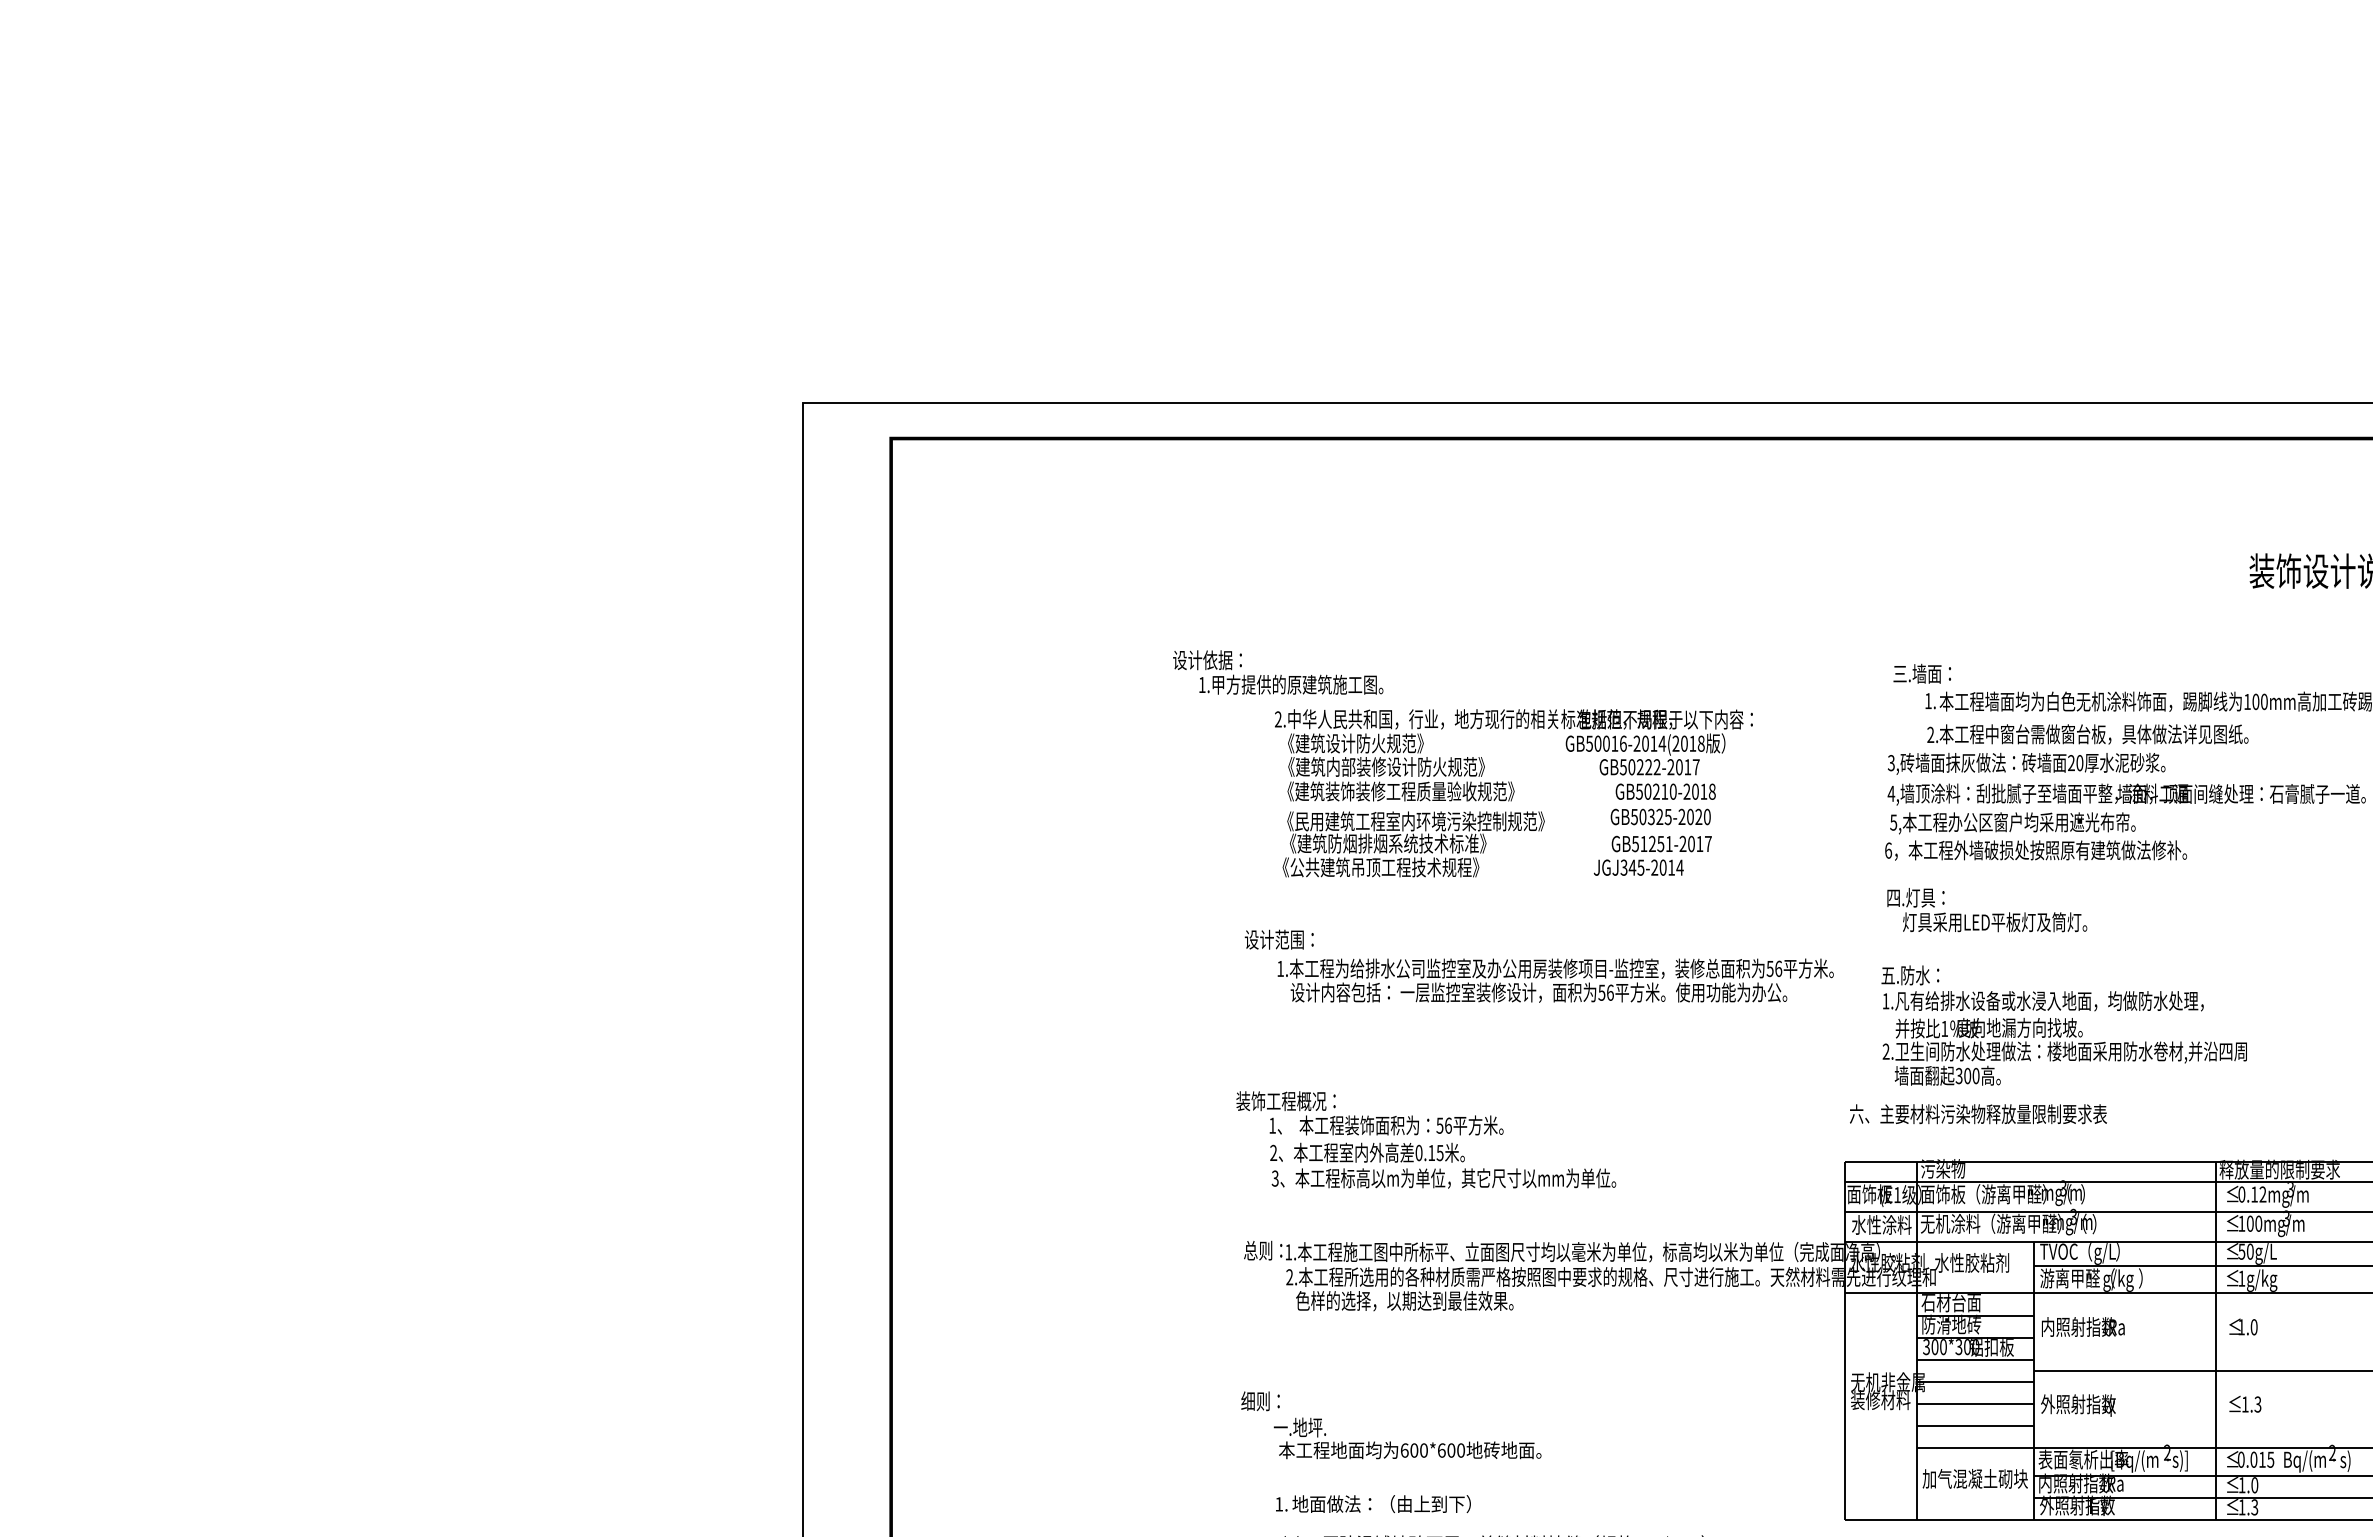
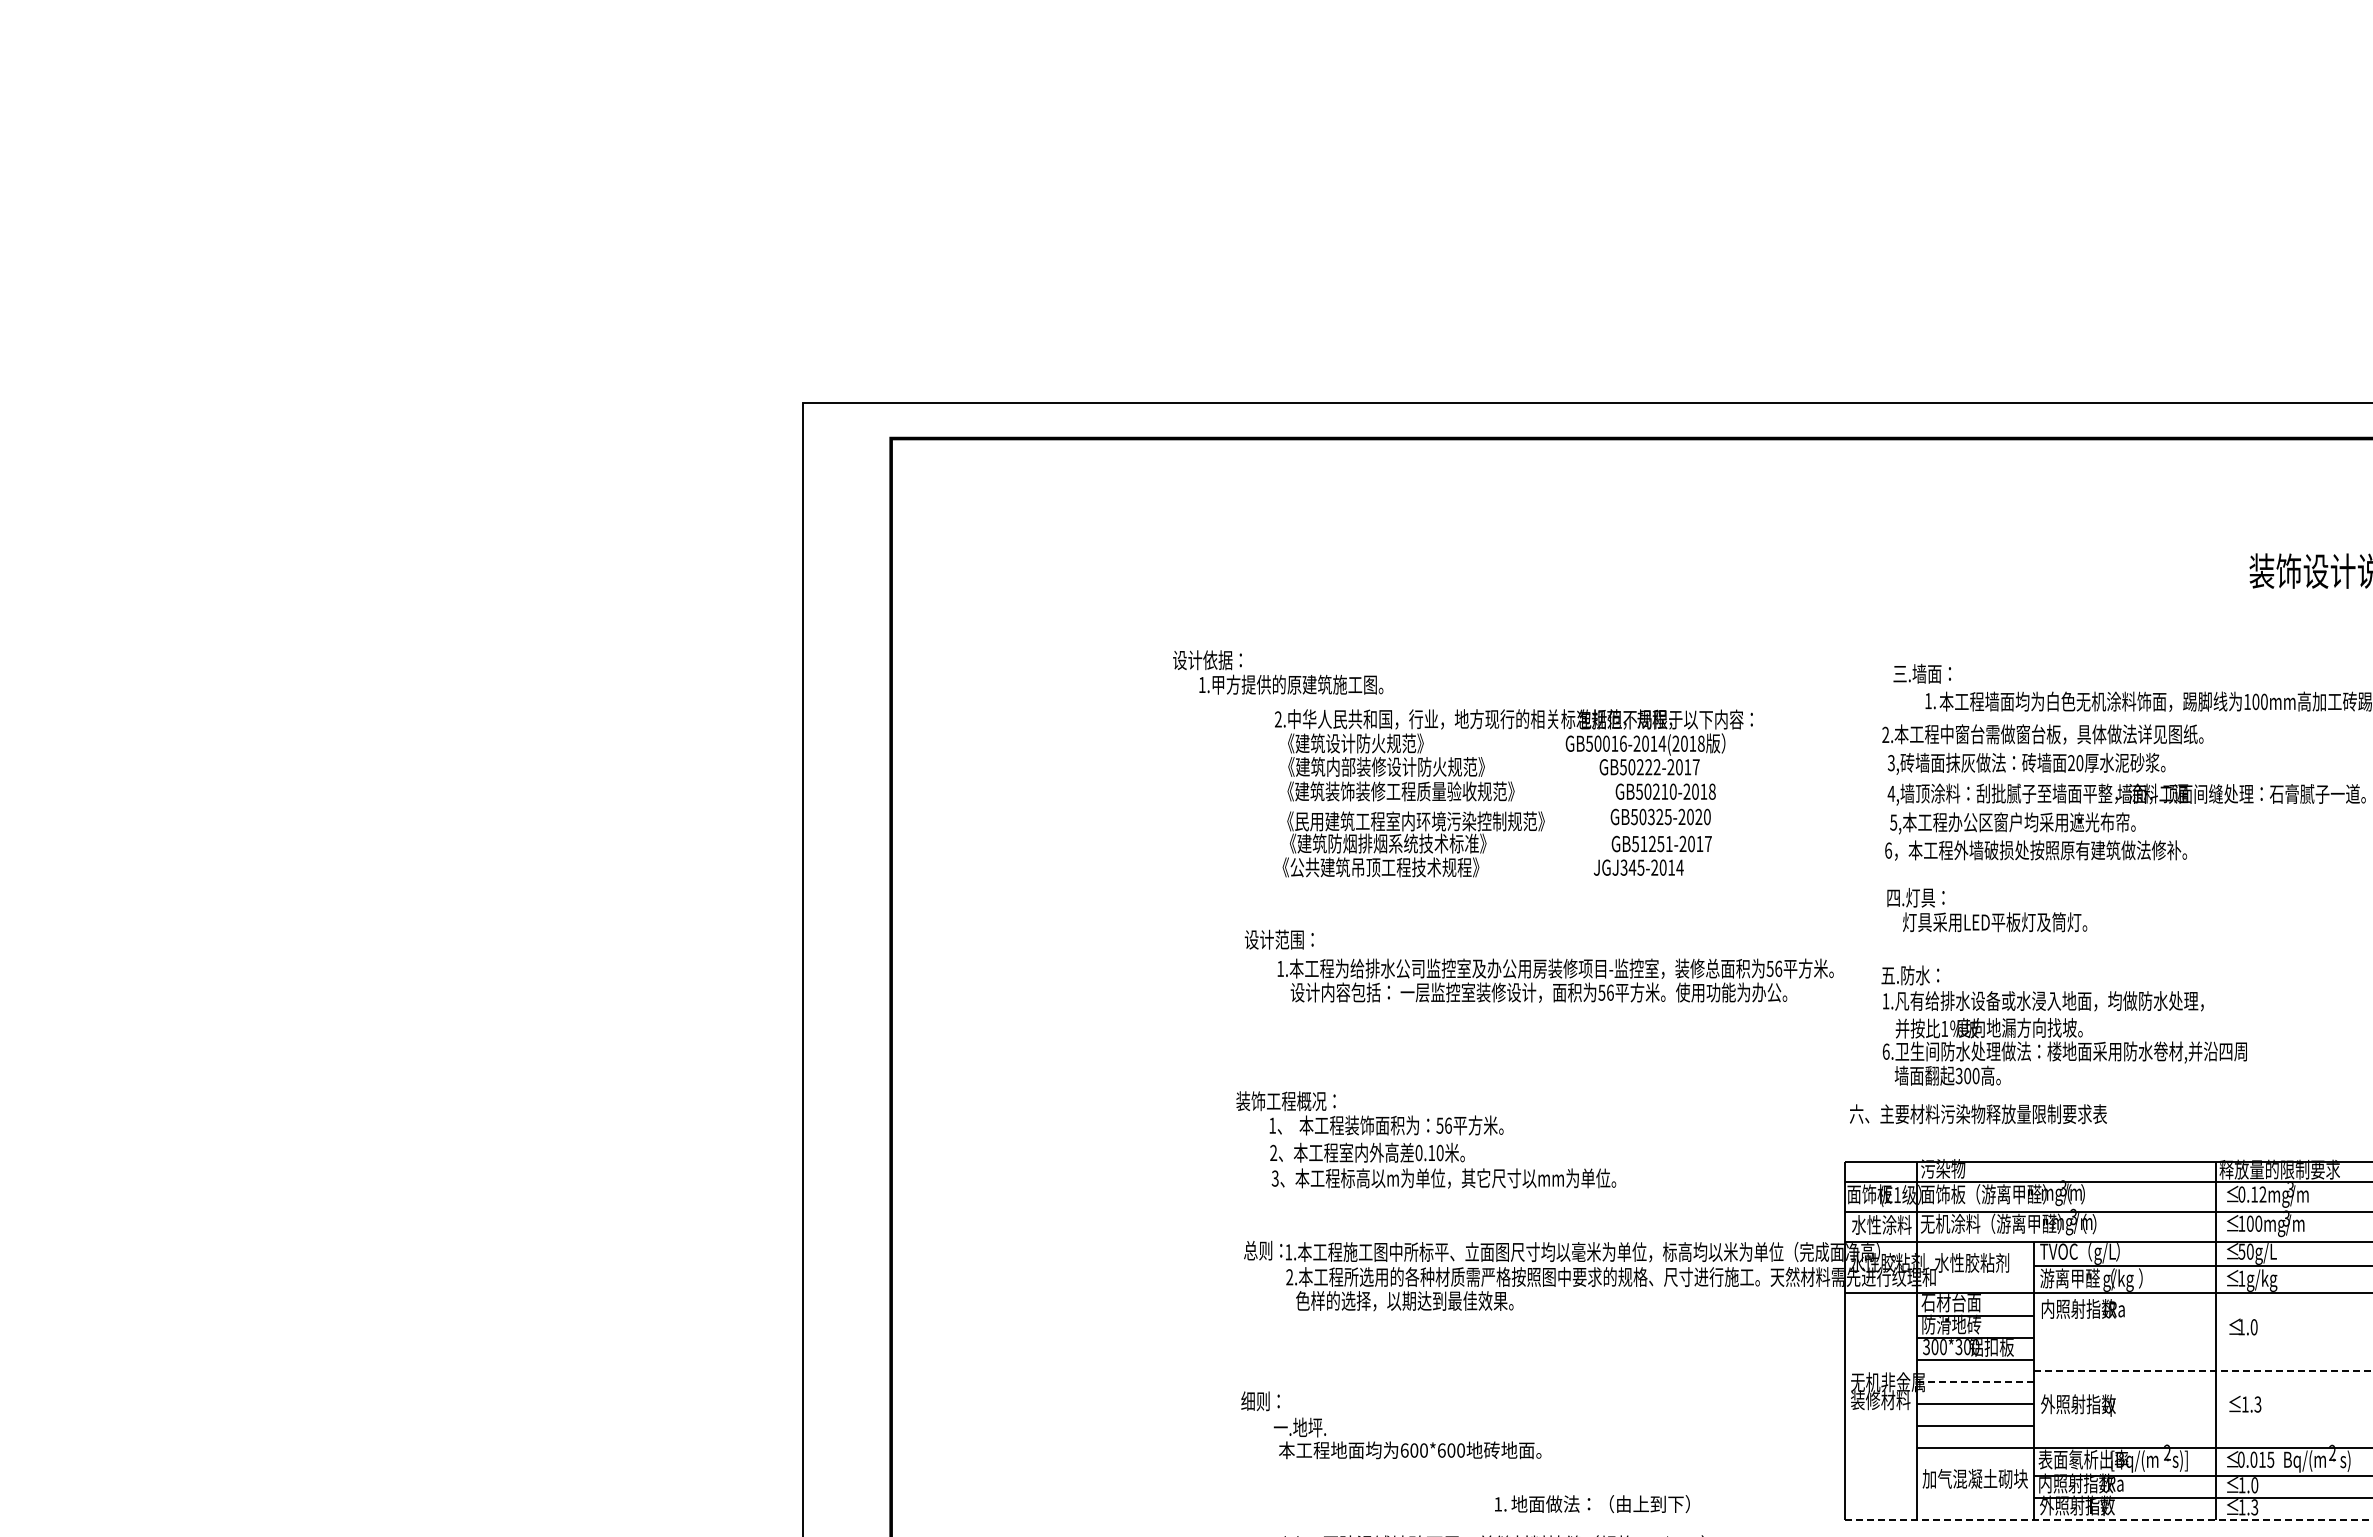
text at (2087, 734) position: (2087, 734) -> (2042, 734)
text at (1885, 1051): 2. -> 6.
text at (1439, 1152): 0.15 -> 0.10
text at (2083, 1326) position: (2083, 1326) -> (2083, 1308)
line at (2204, 1370): solid -> dashed
line at (1975, 1381): solid -> dashed
text at (1373, 1504) position: (1373, 1504) -> (1592, 1504)
line at (2109, 1519): solid -> dashed
